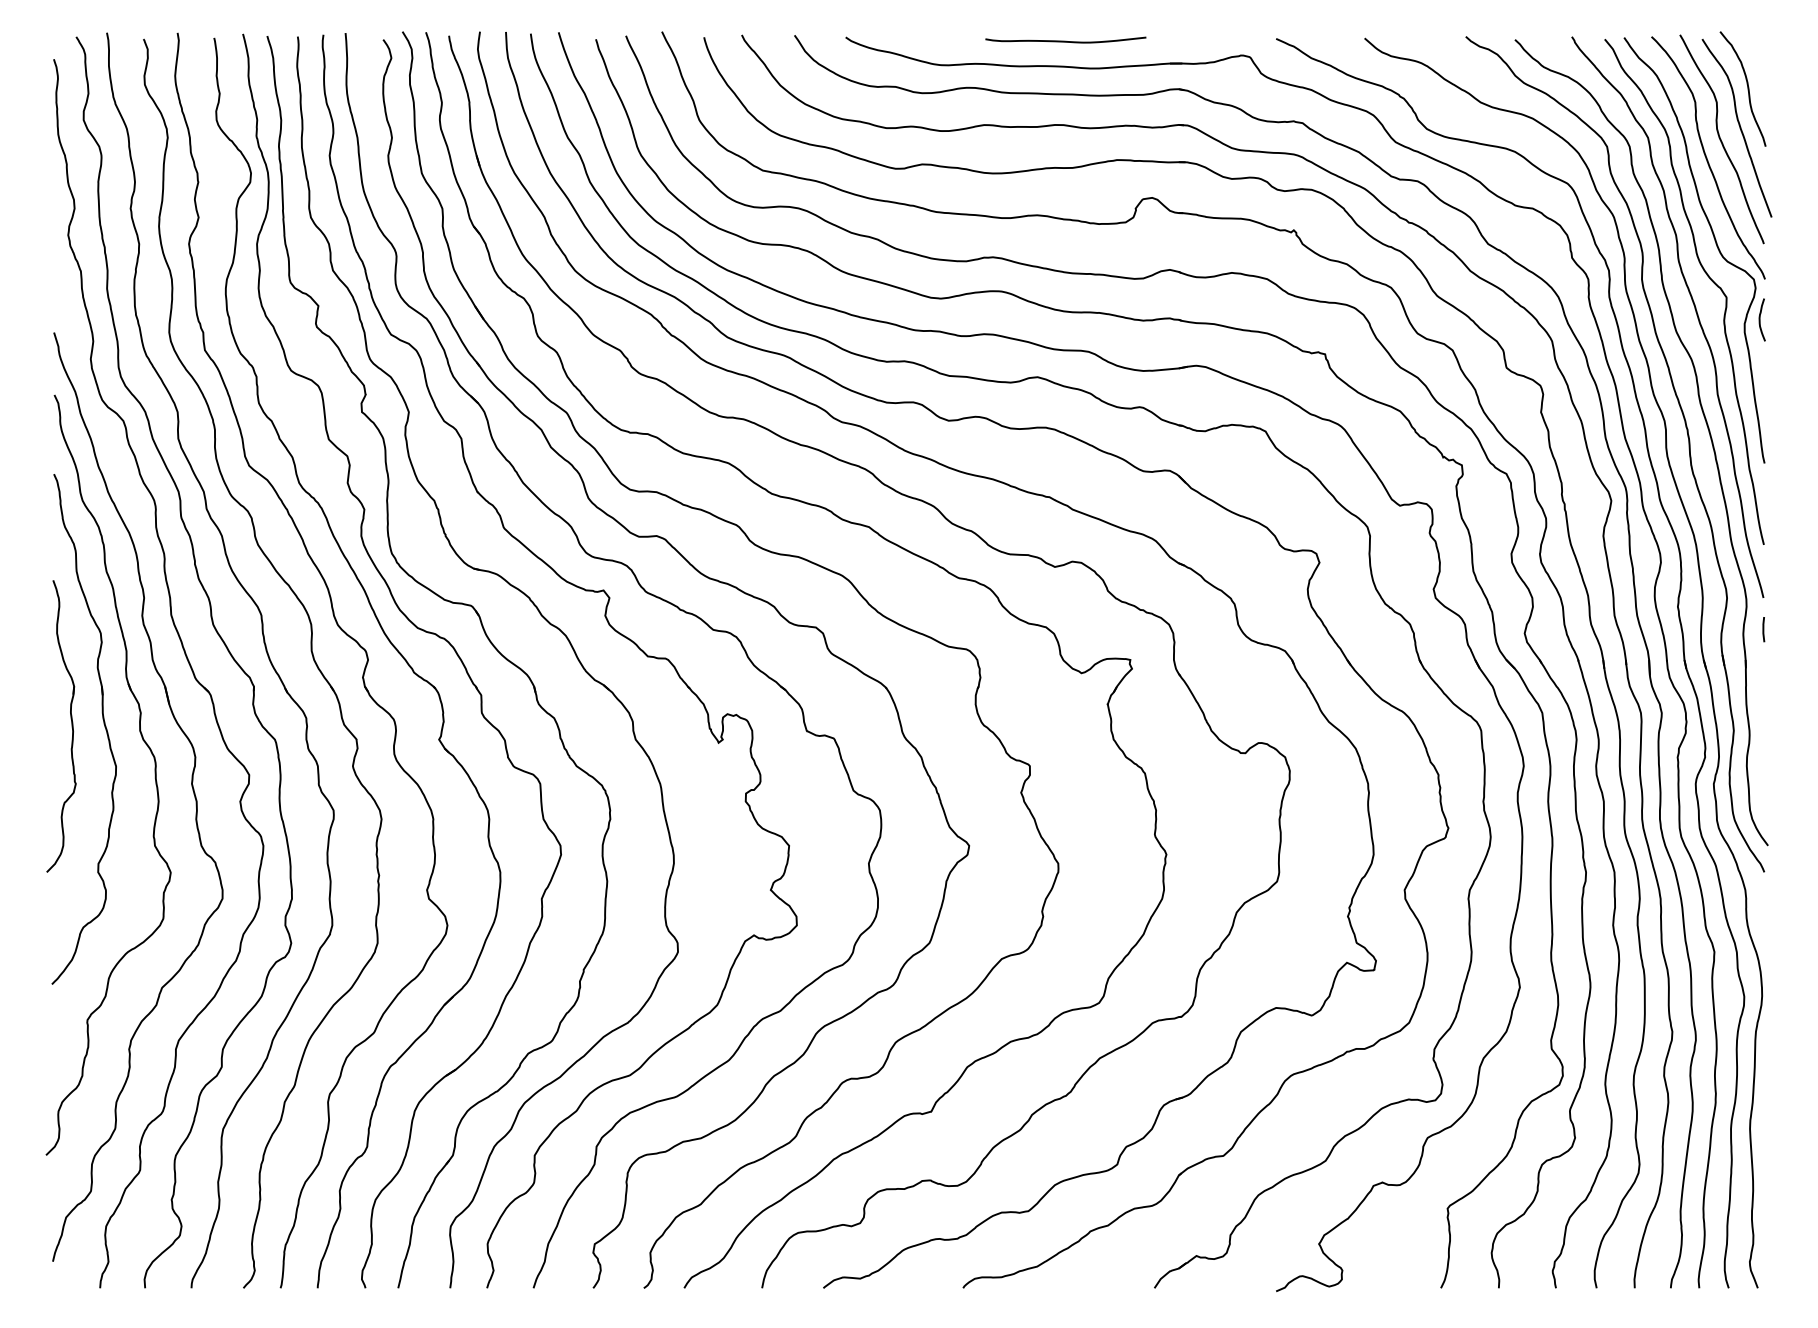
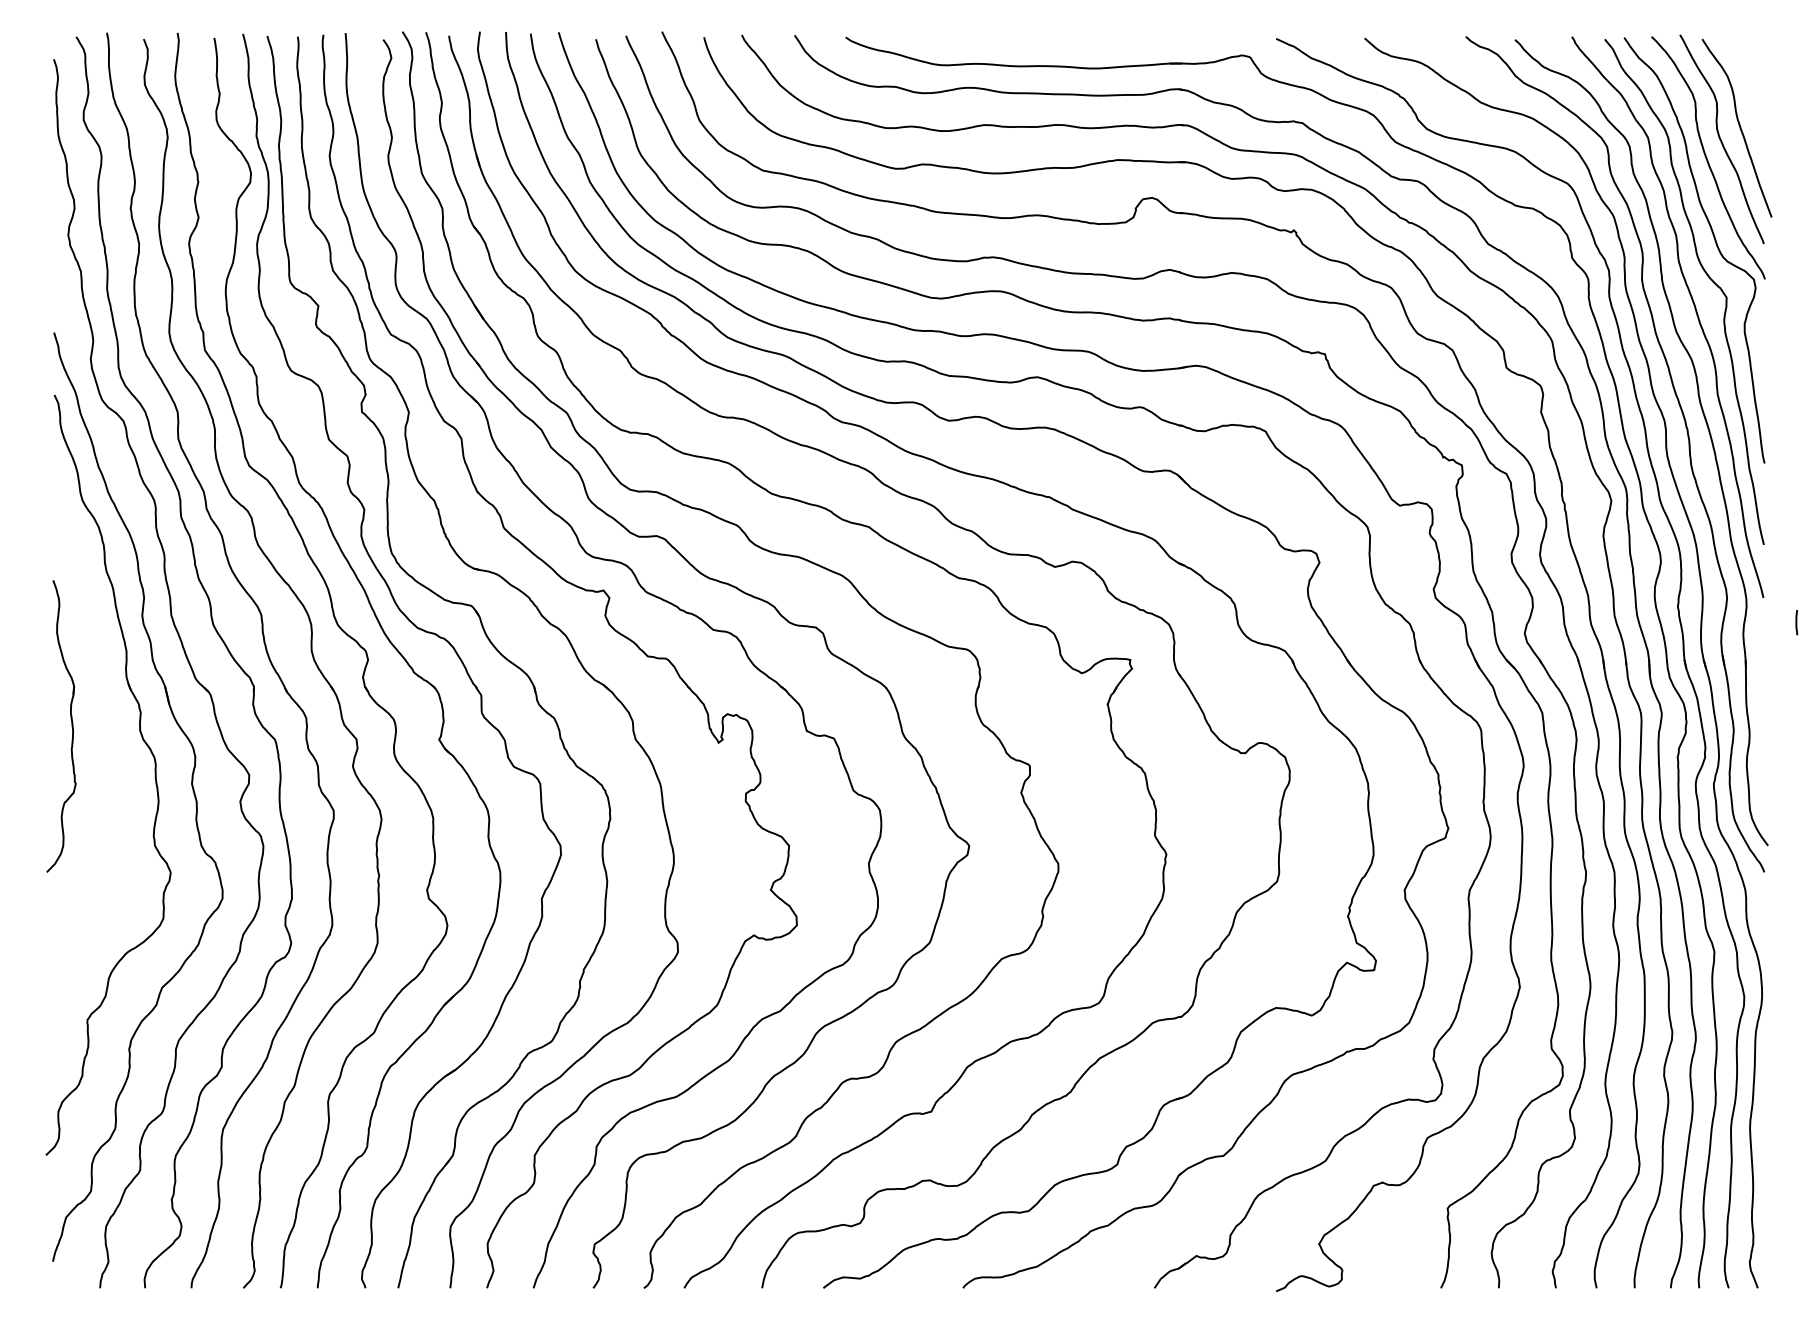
curve at (1065, 40): present -> none
curve at (1747, 88): present -> none
curve at (1760, 319): present -> none
line at (1763, 629) position: (1763, 629) -> (1796, 622)
part at (103, 724): present -> none
